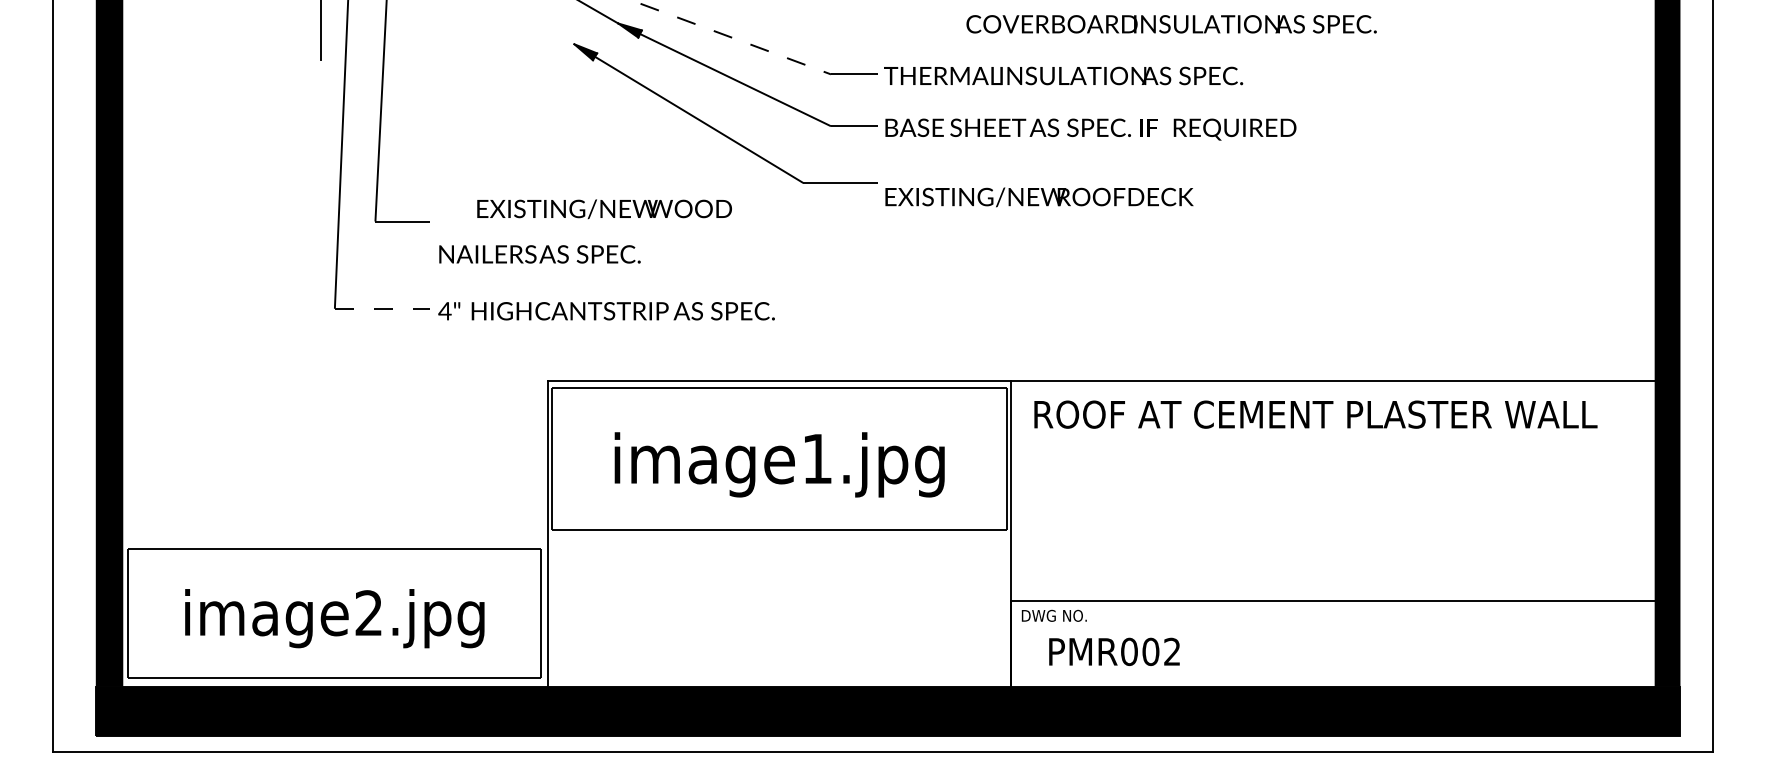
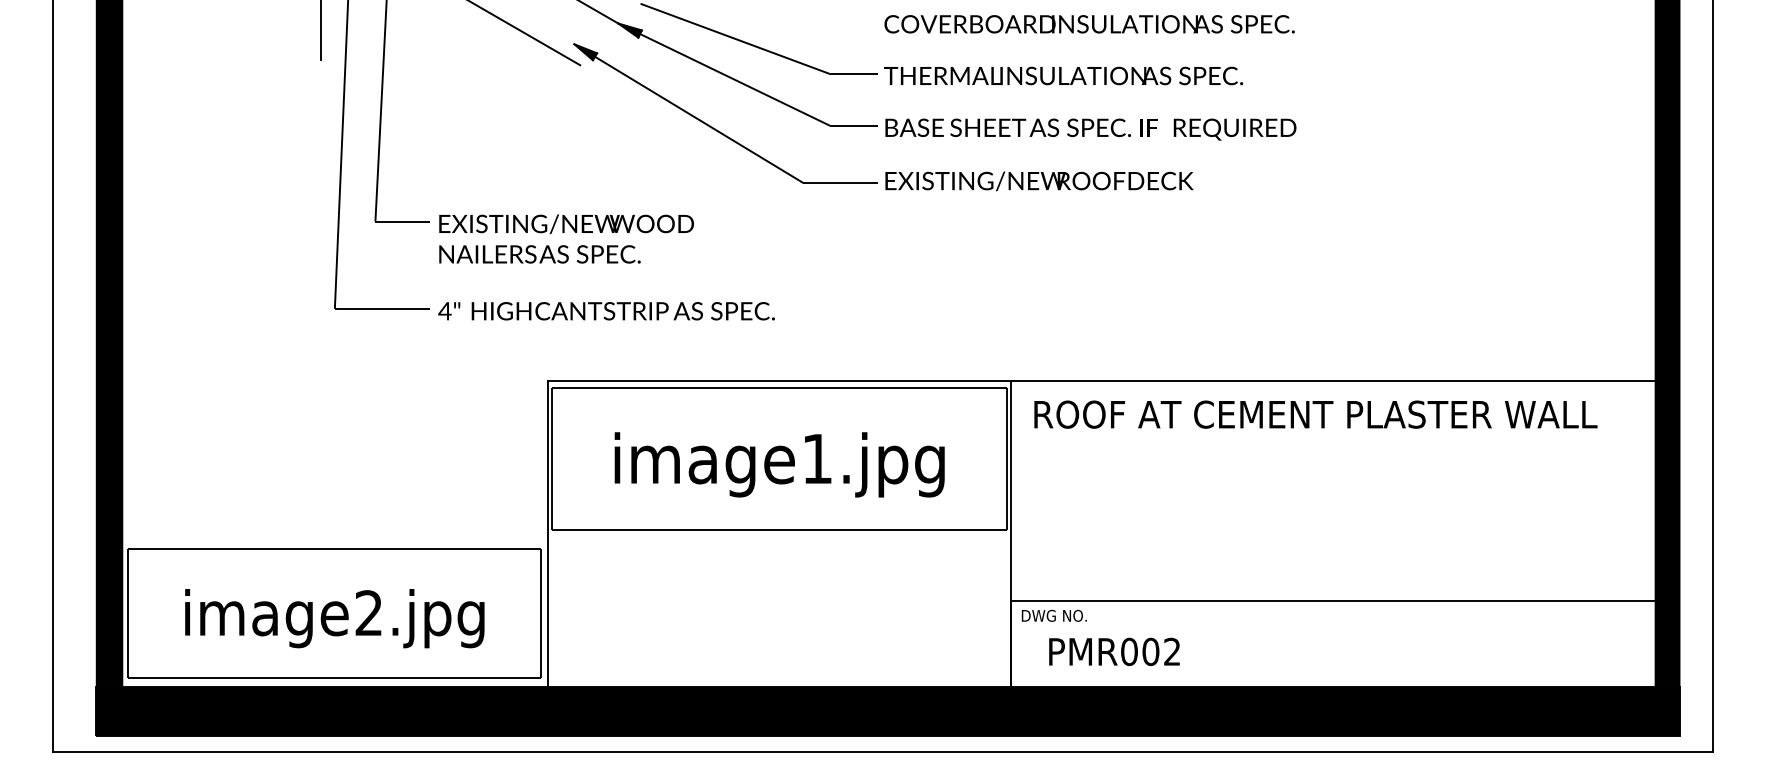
text at (1171, 24) position: (1171, 24) -> (1089, 24)
line at (525, 33): none -> present
line at (735, 39): dashed -> solid
text at (1039, 197) position: (1039, 197) -> (1039, 181)
text at (604, 209) position: (604, 209) -> (566, 224)
line at (382, 308): dashed -> solid
